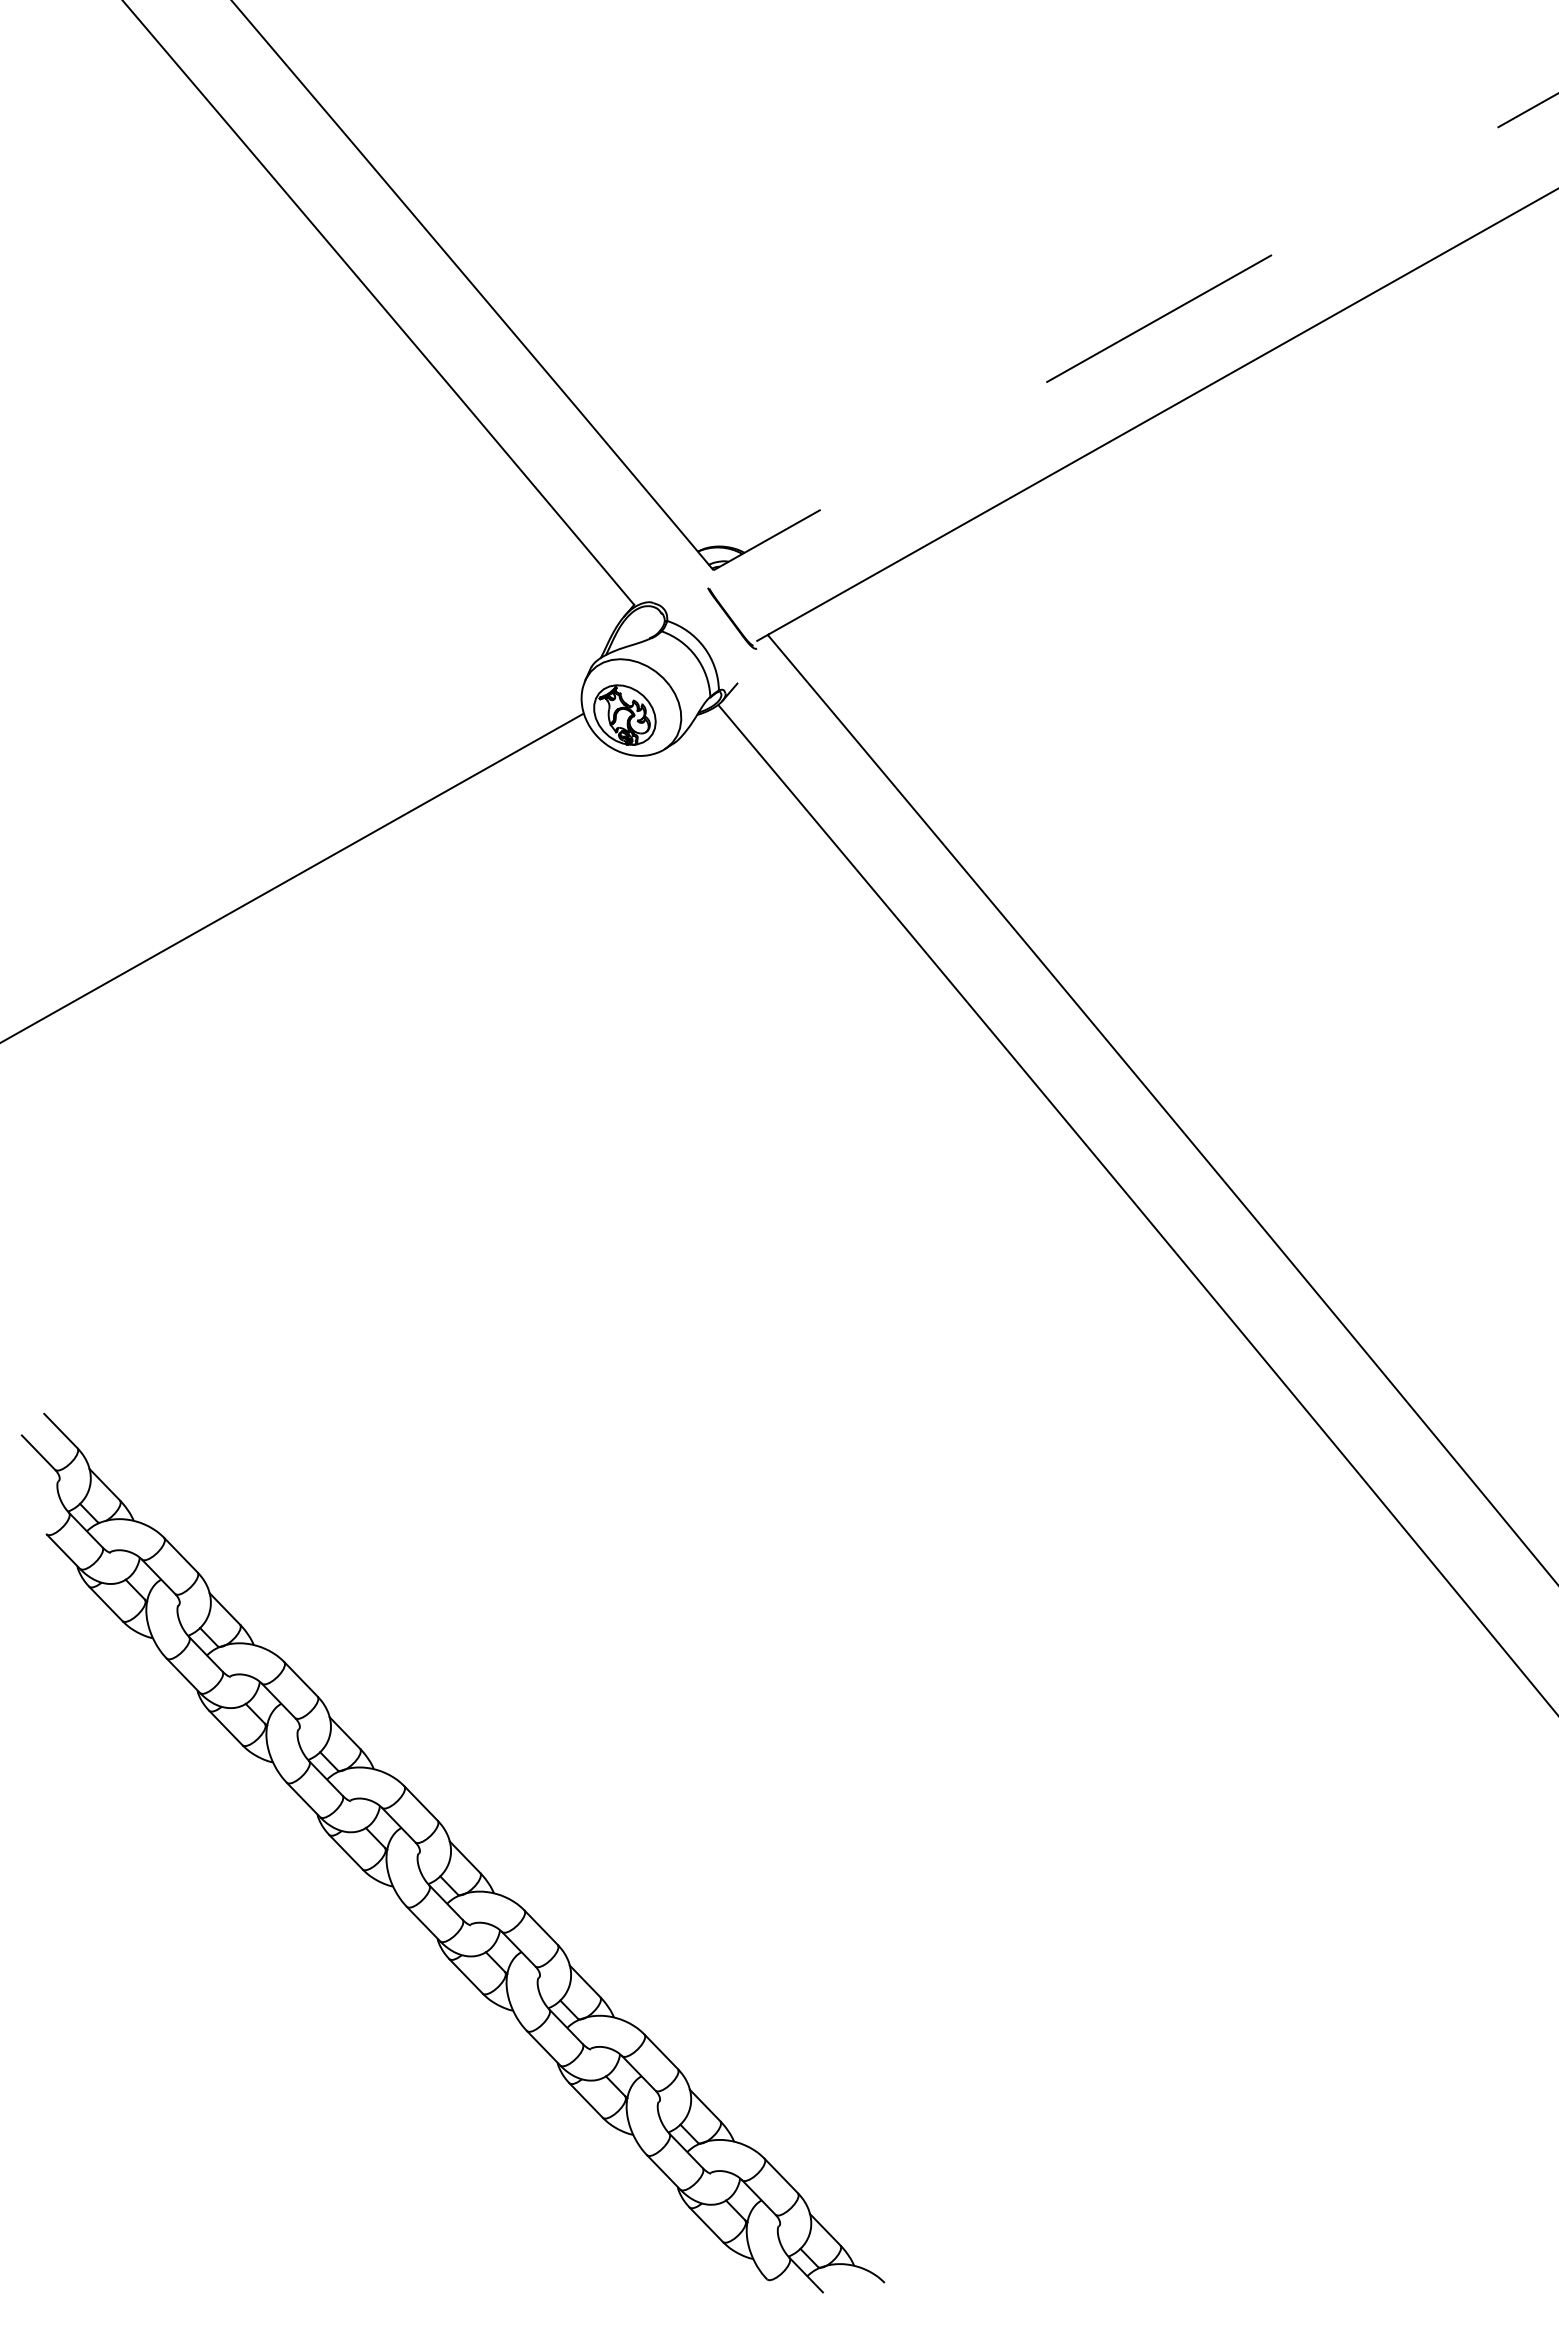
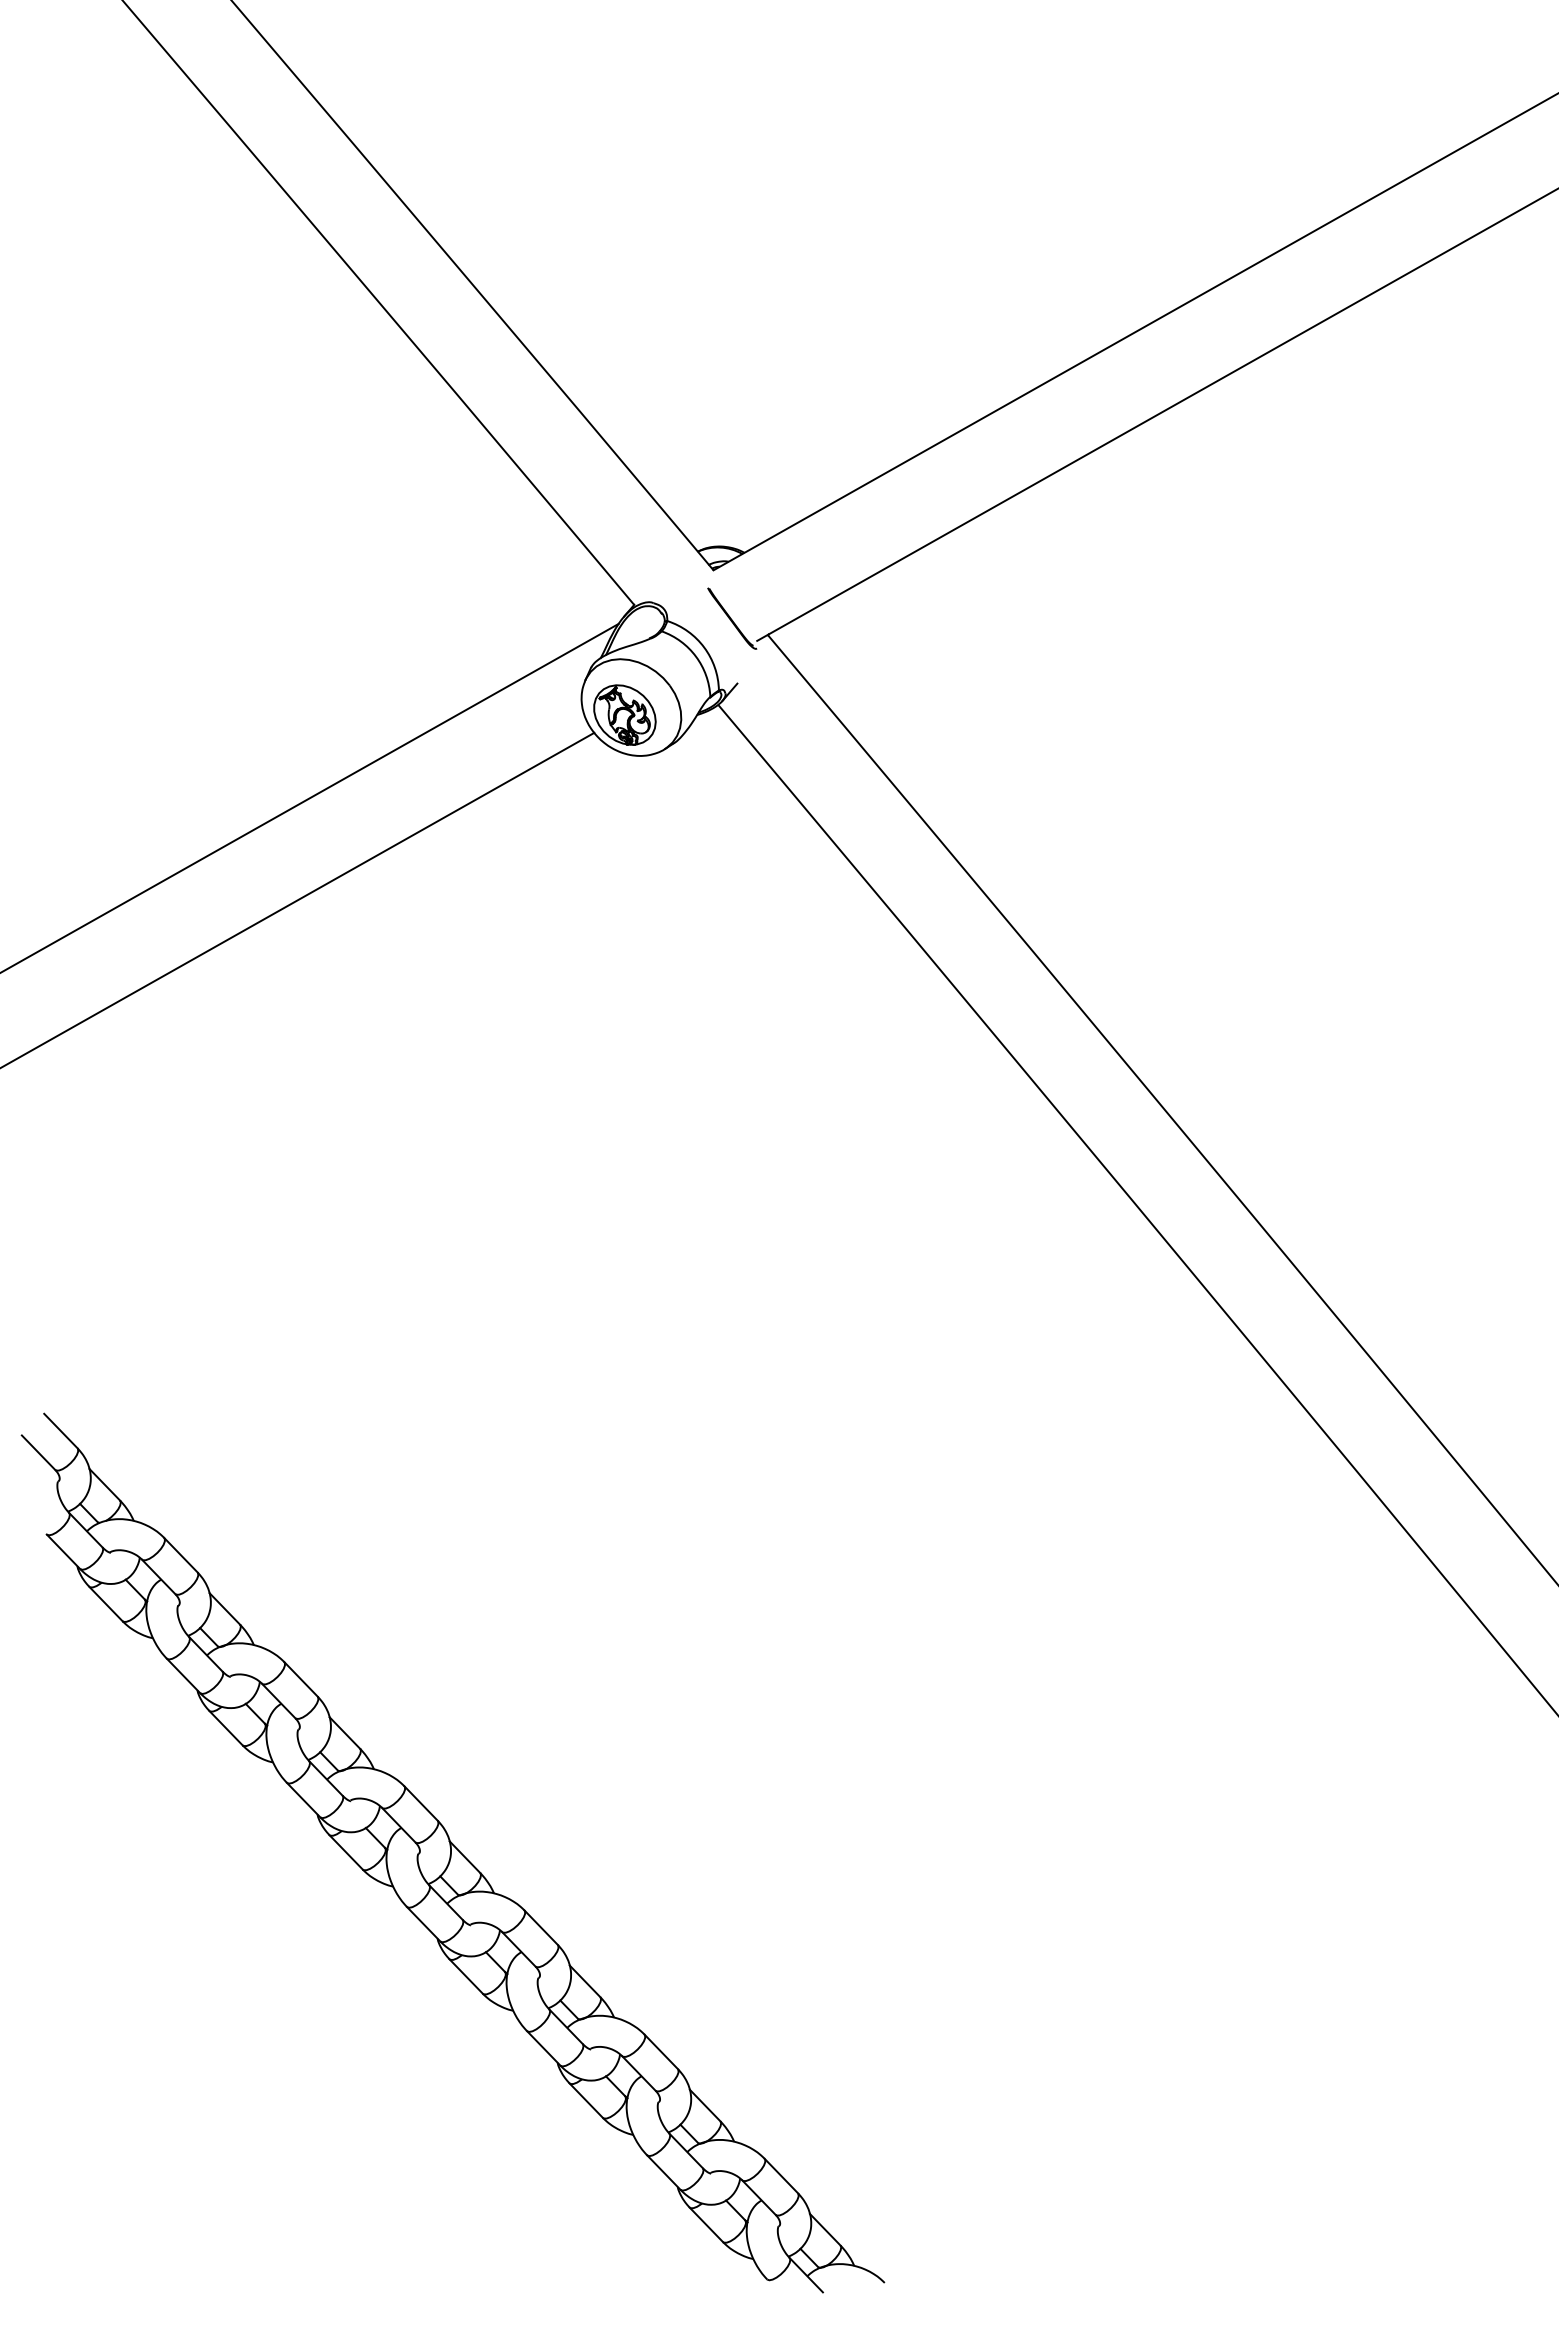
line at (1135, 331): dashed -> solid
line at (310, 797): none -> present
line at (292, 877) position: (292, 877) -> (298, 899)
